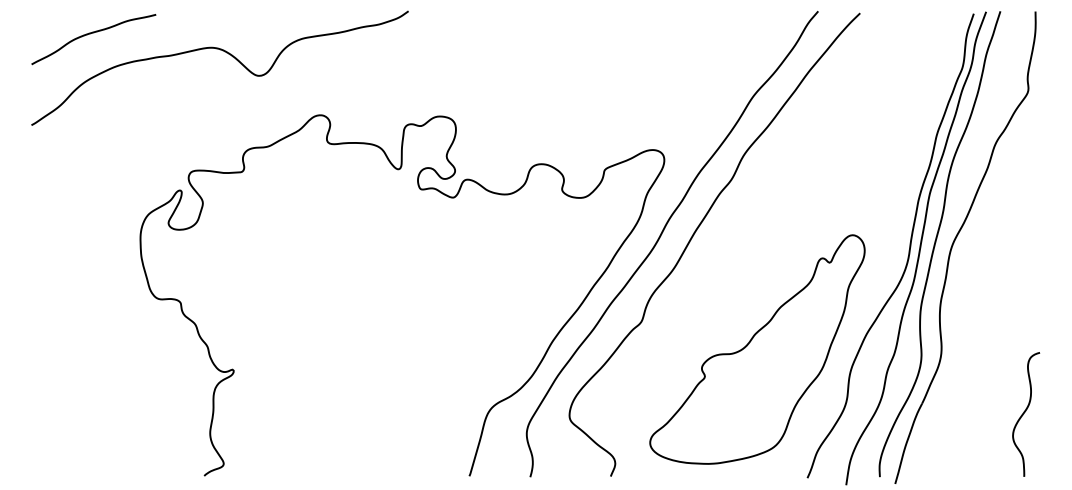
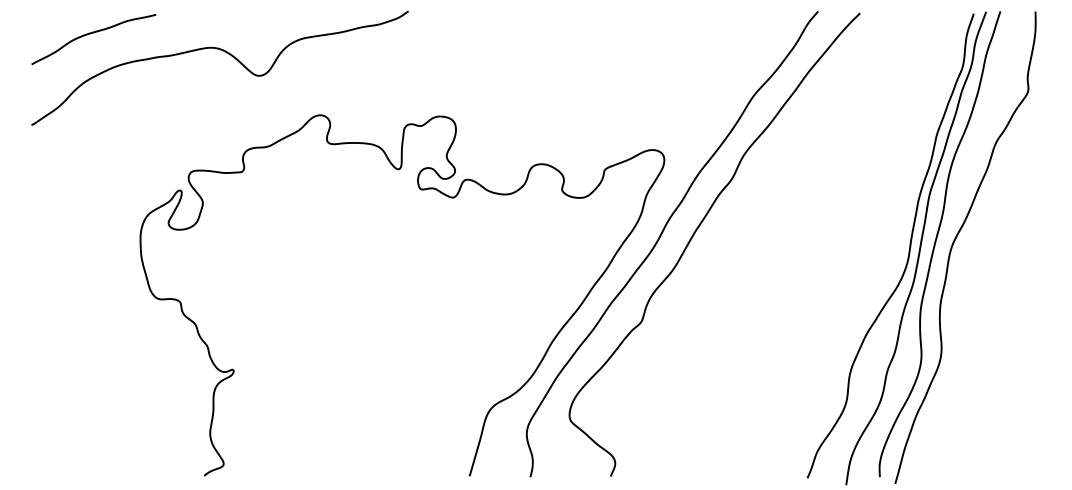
part at (757, 349): present -> none
curve at (1025, 412): present -> none
